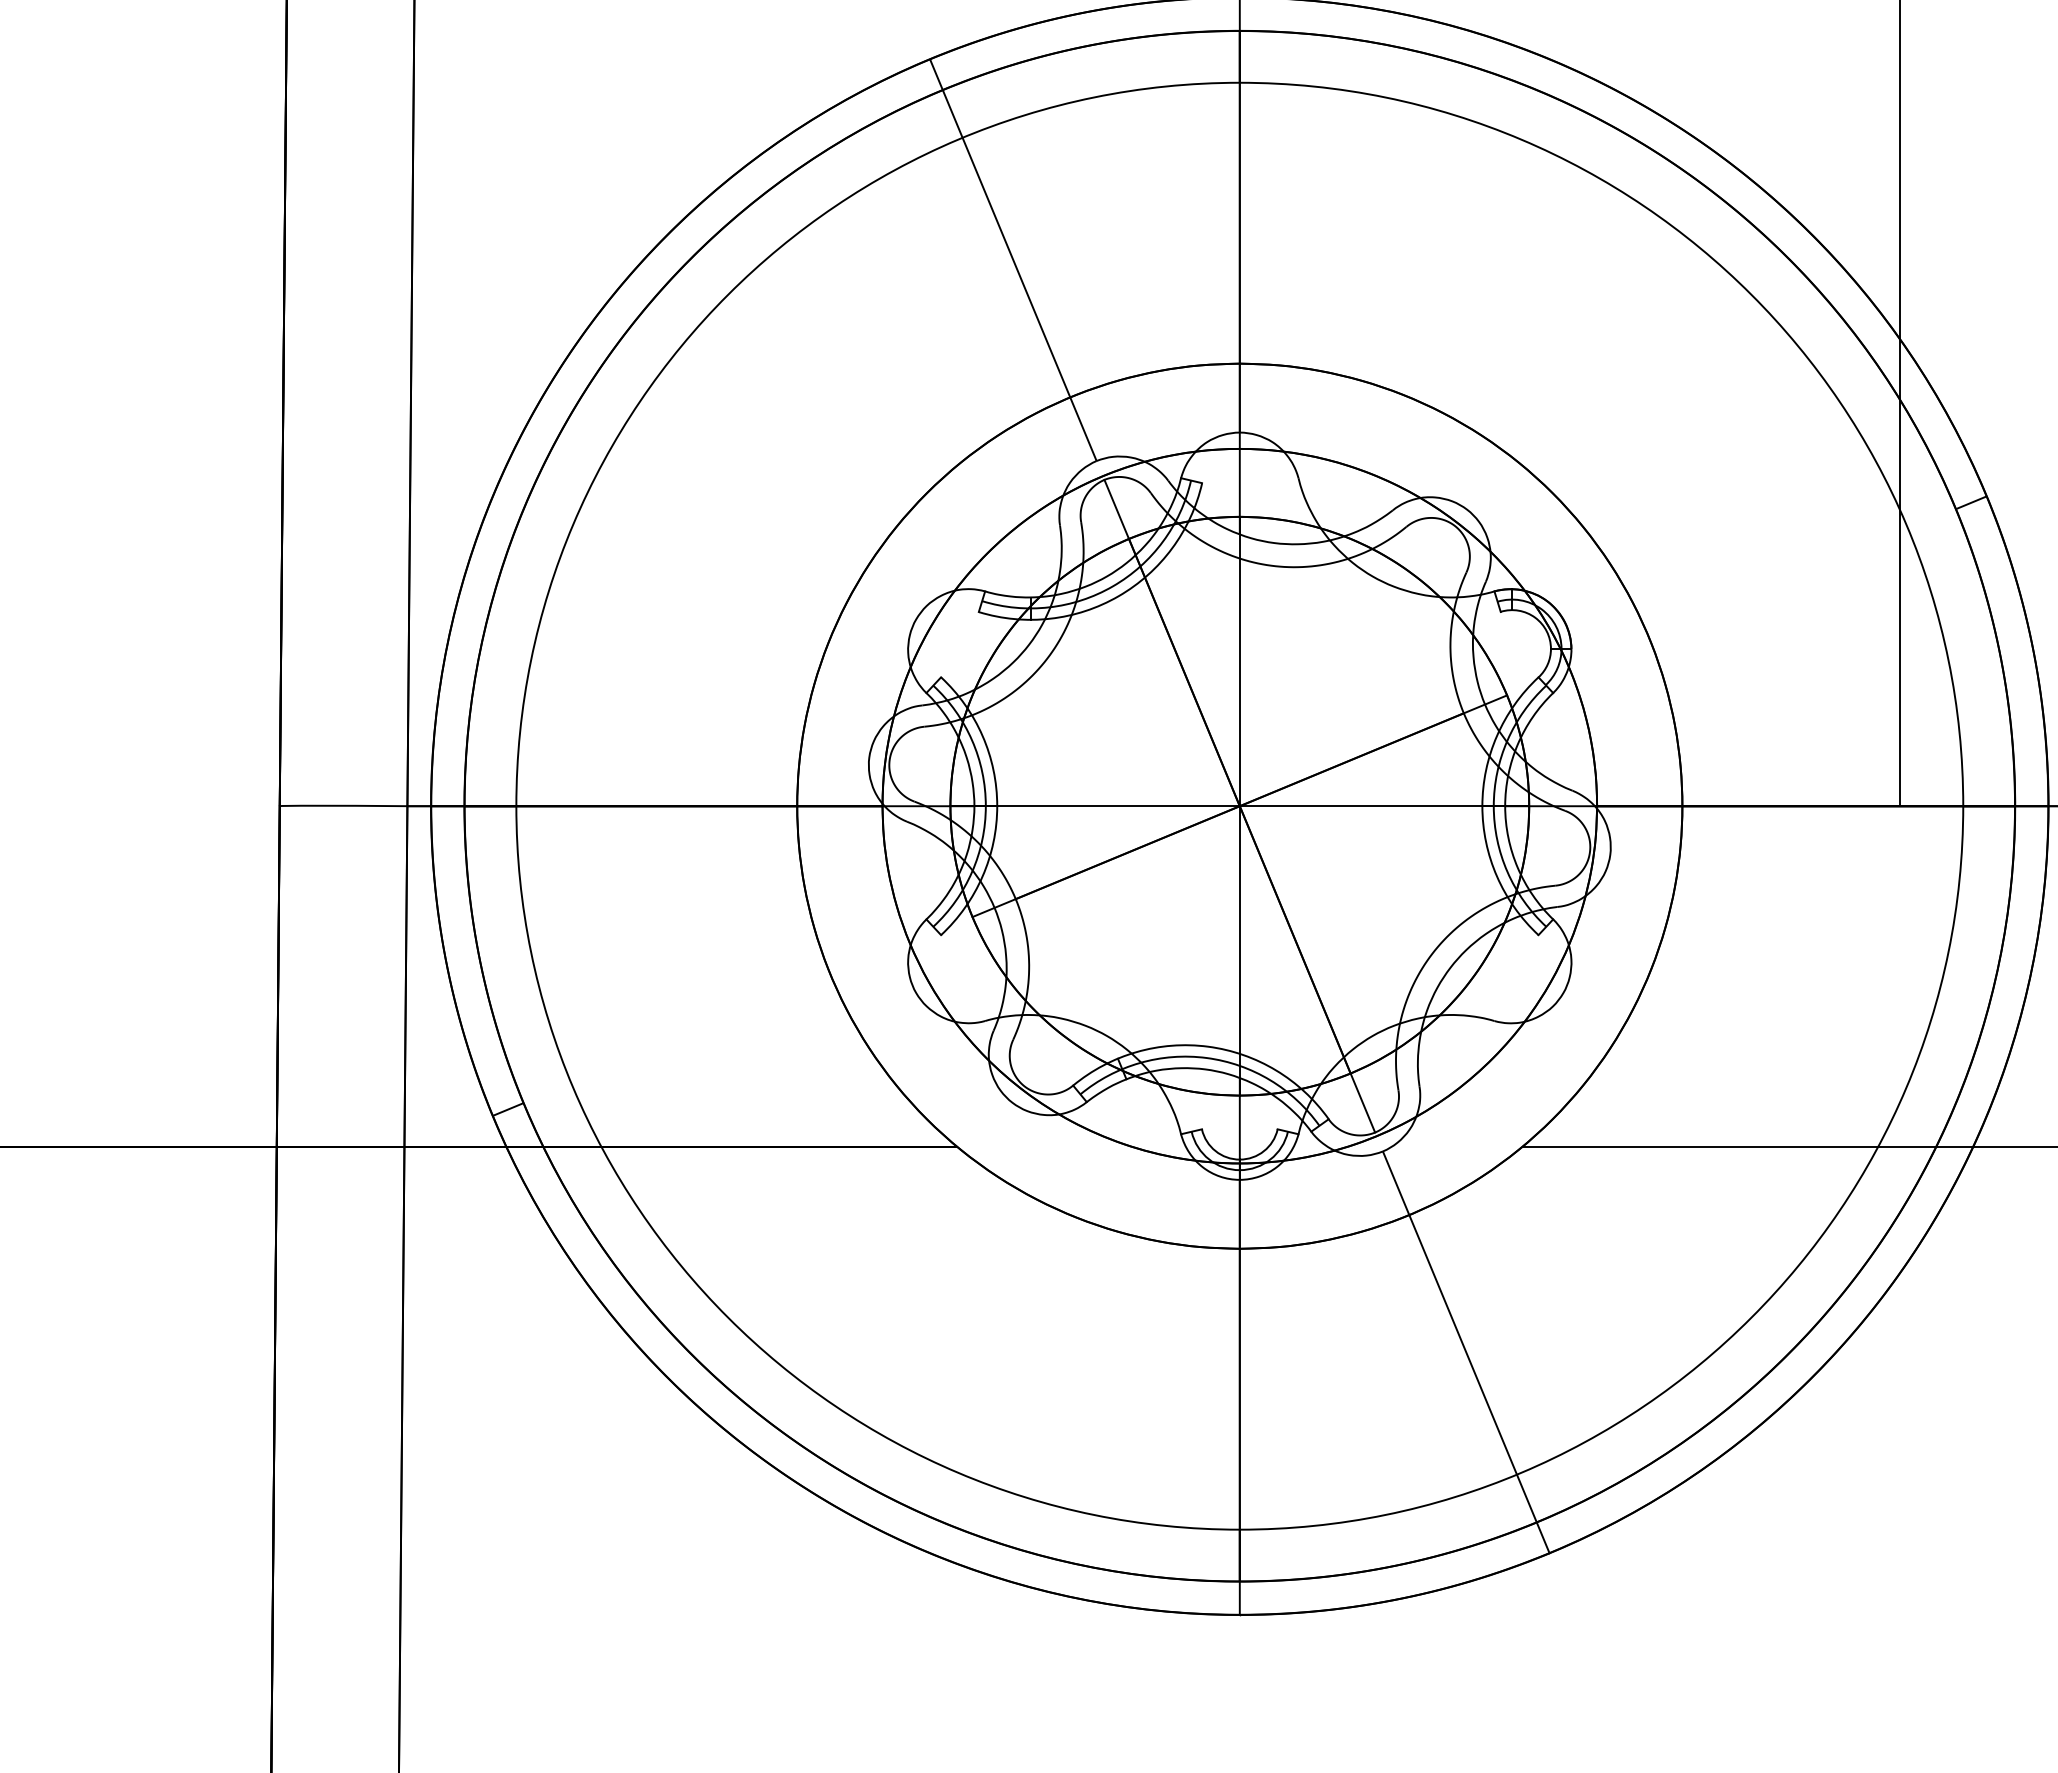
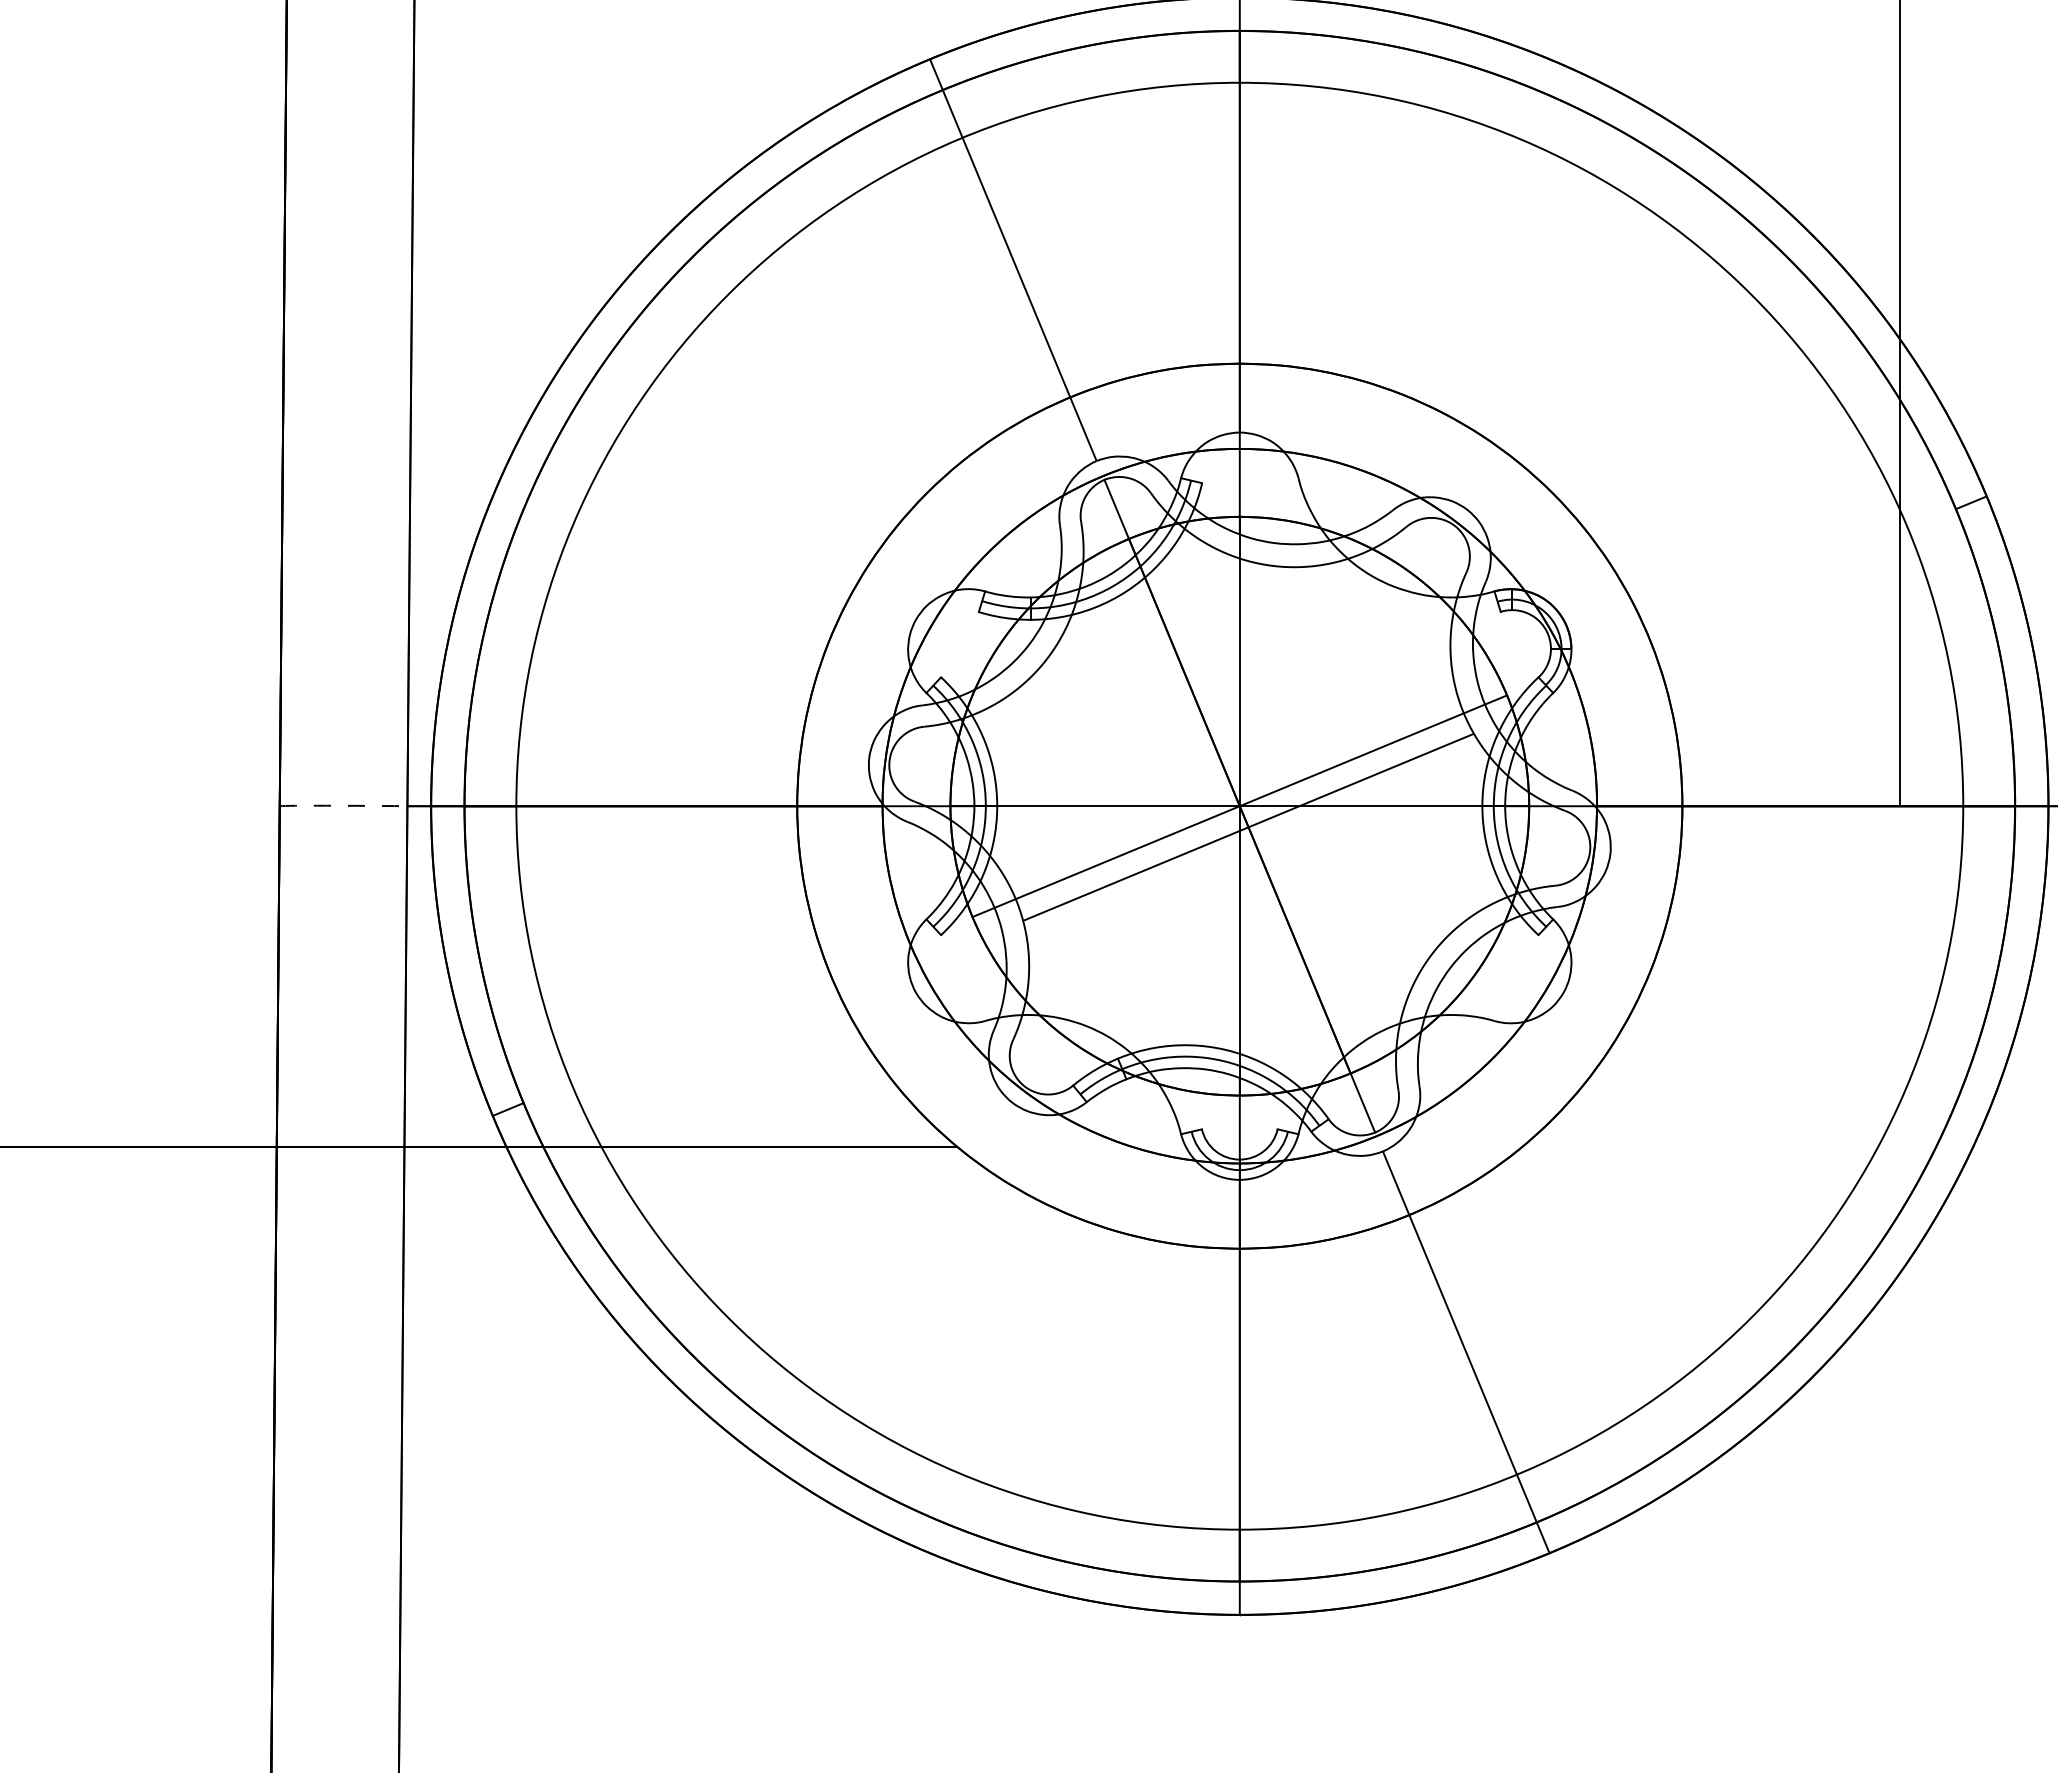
arc at (339, 805): solid -> dashed
line at (1239, 806) position: (1239, 806) -> (1248, 827)
line at (1788, 1146): present -> none
